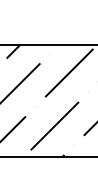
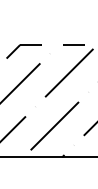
line at (48, 44): solid -> dashed
